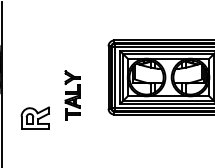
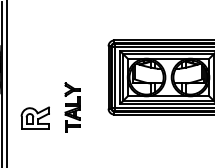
line at (6, 83): none -> present
part at (72, 95) position: (72, 95) -> (72, 107)
